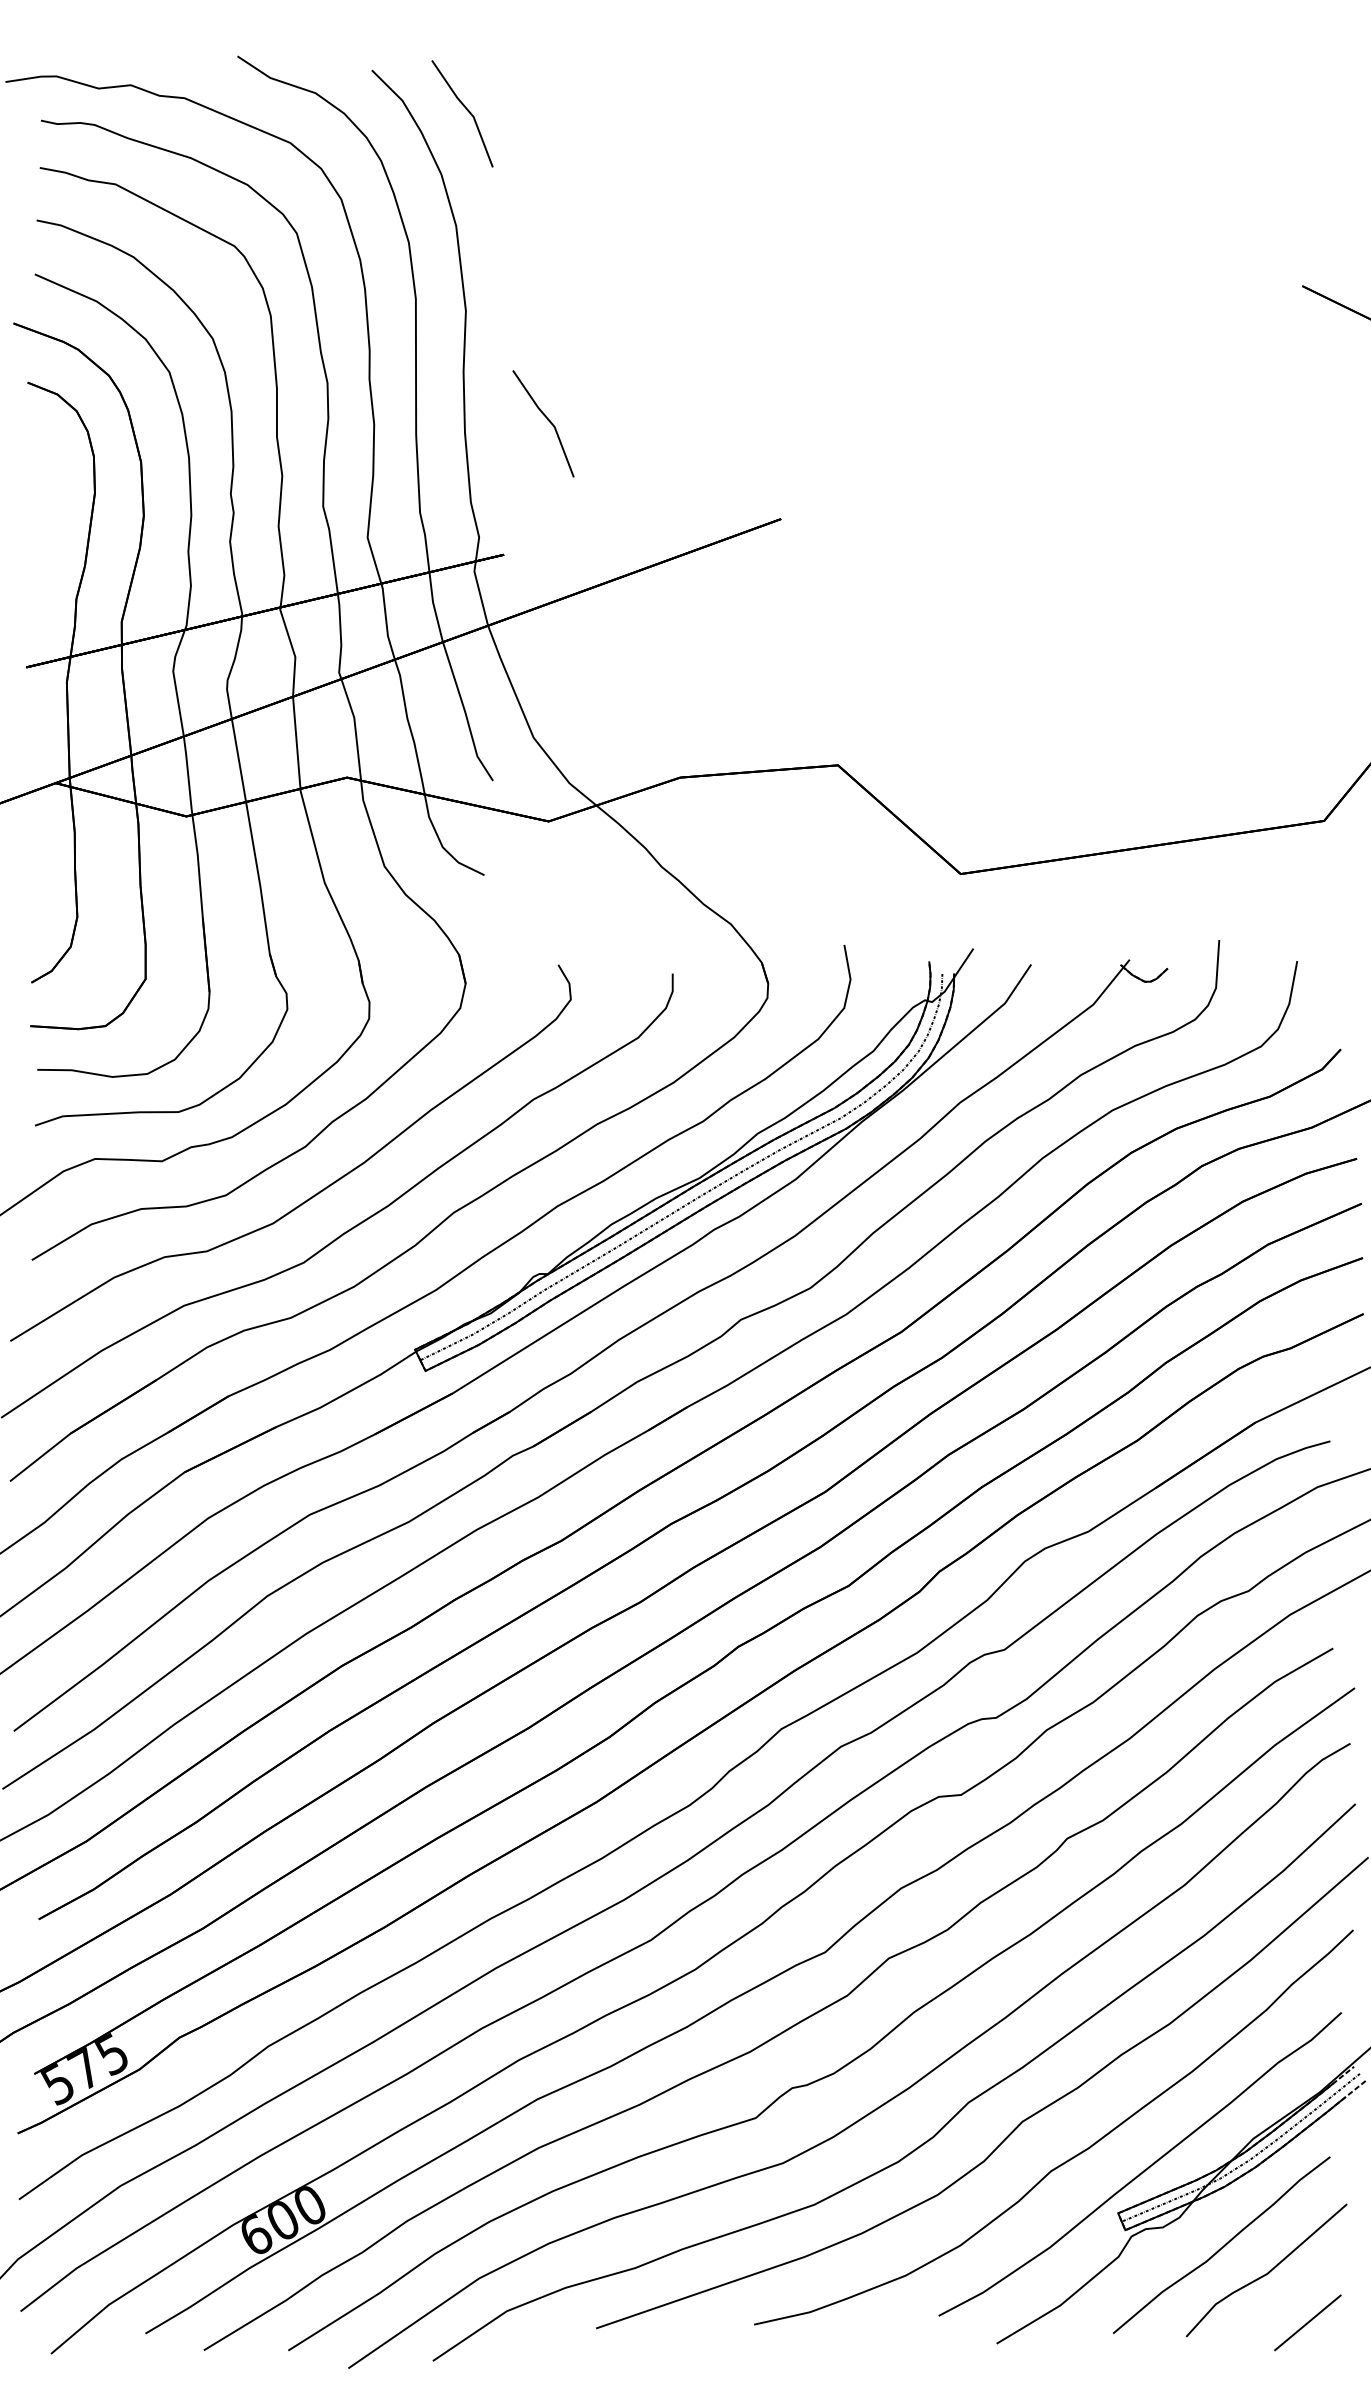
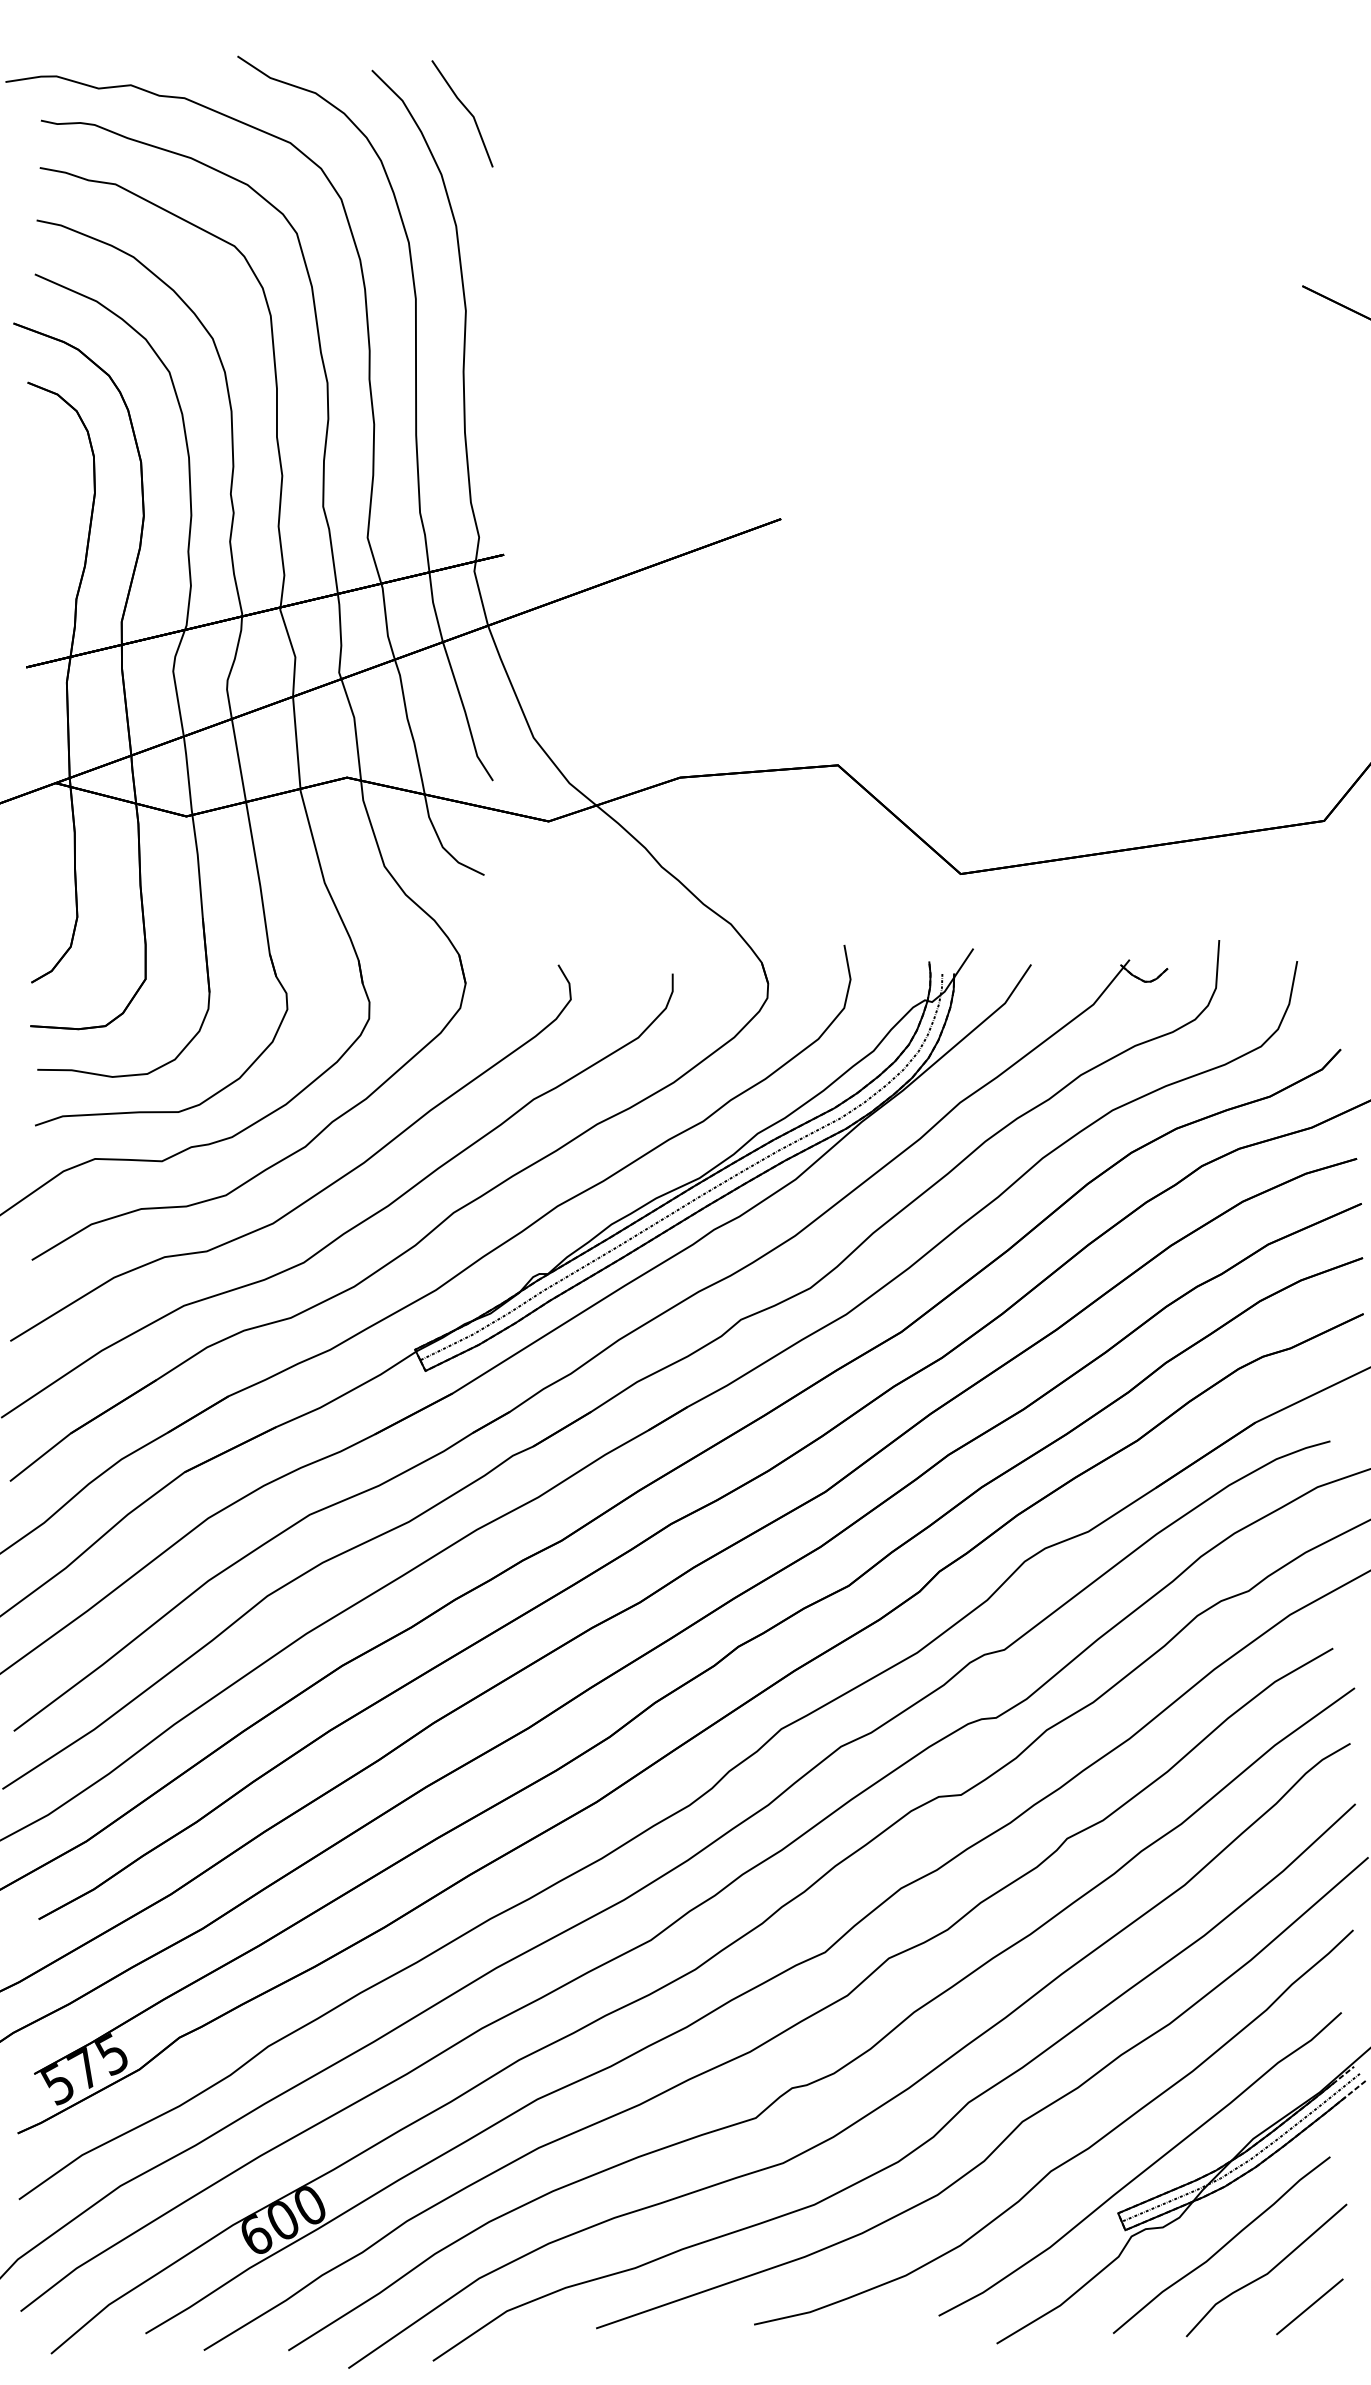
part at (543, 423): present -> none
line at (1307, 2322) position: (1307, 2322) -> (1309, 2306)
